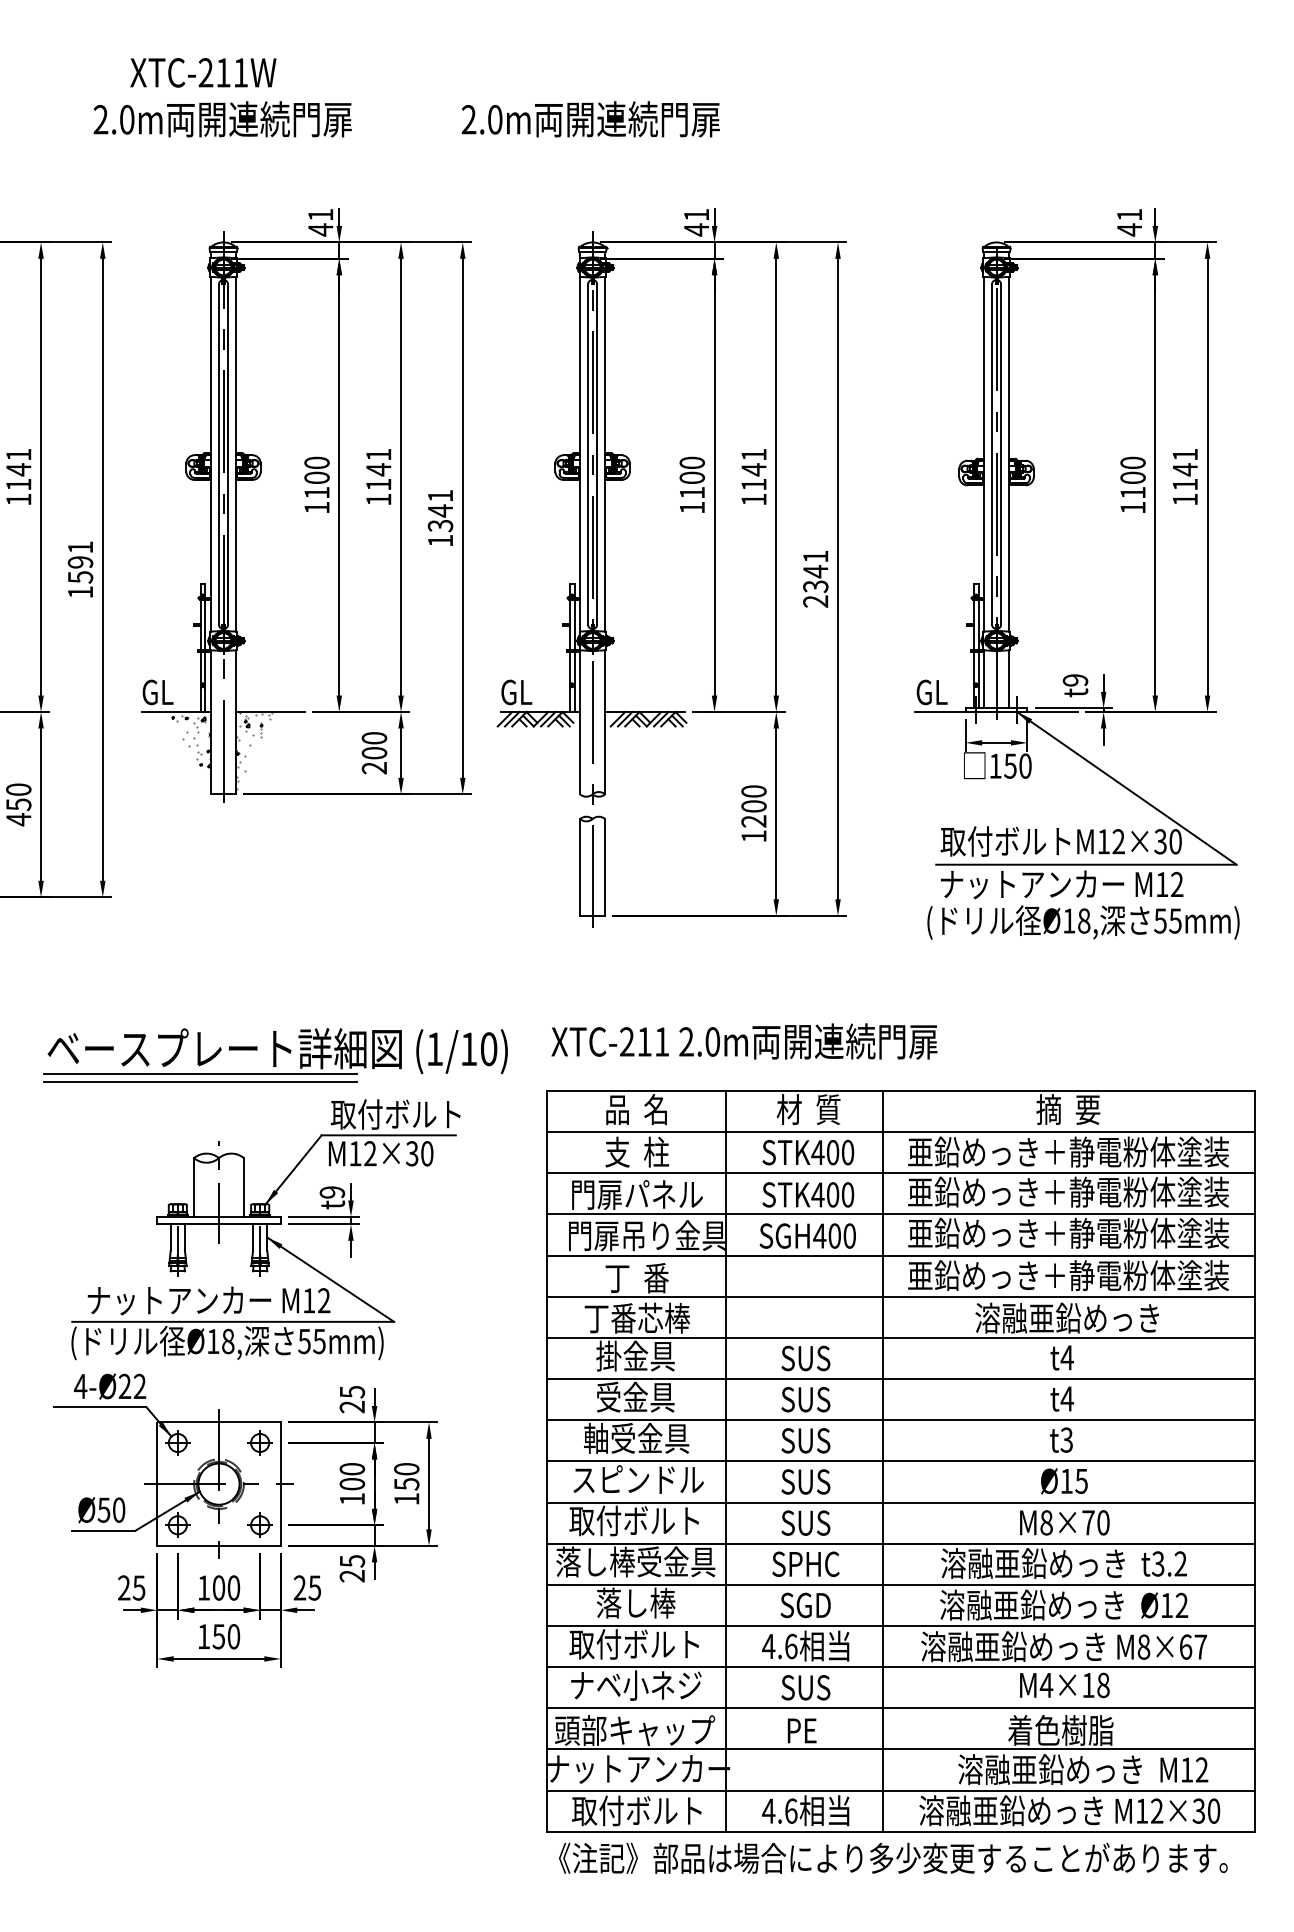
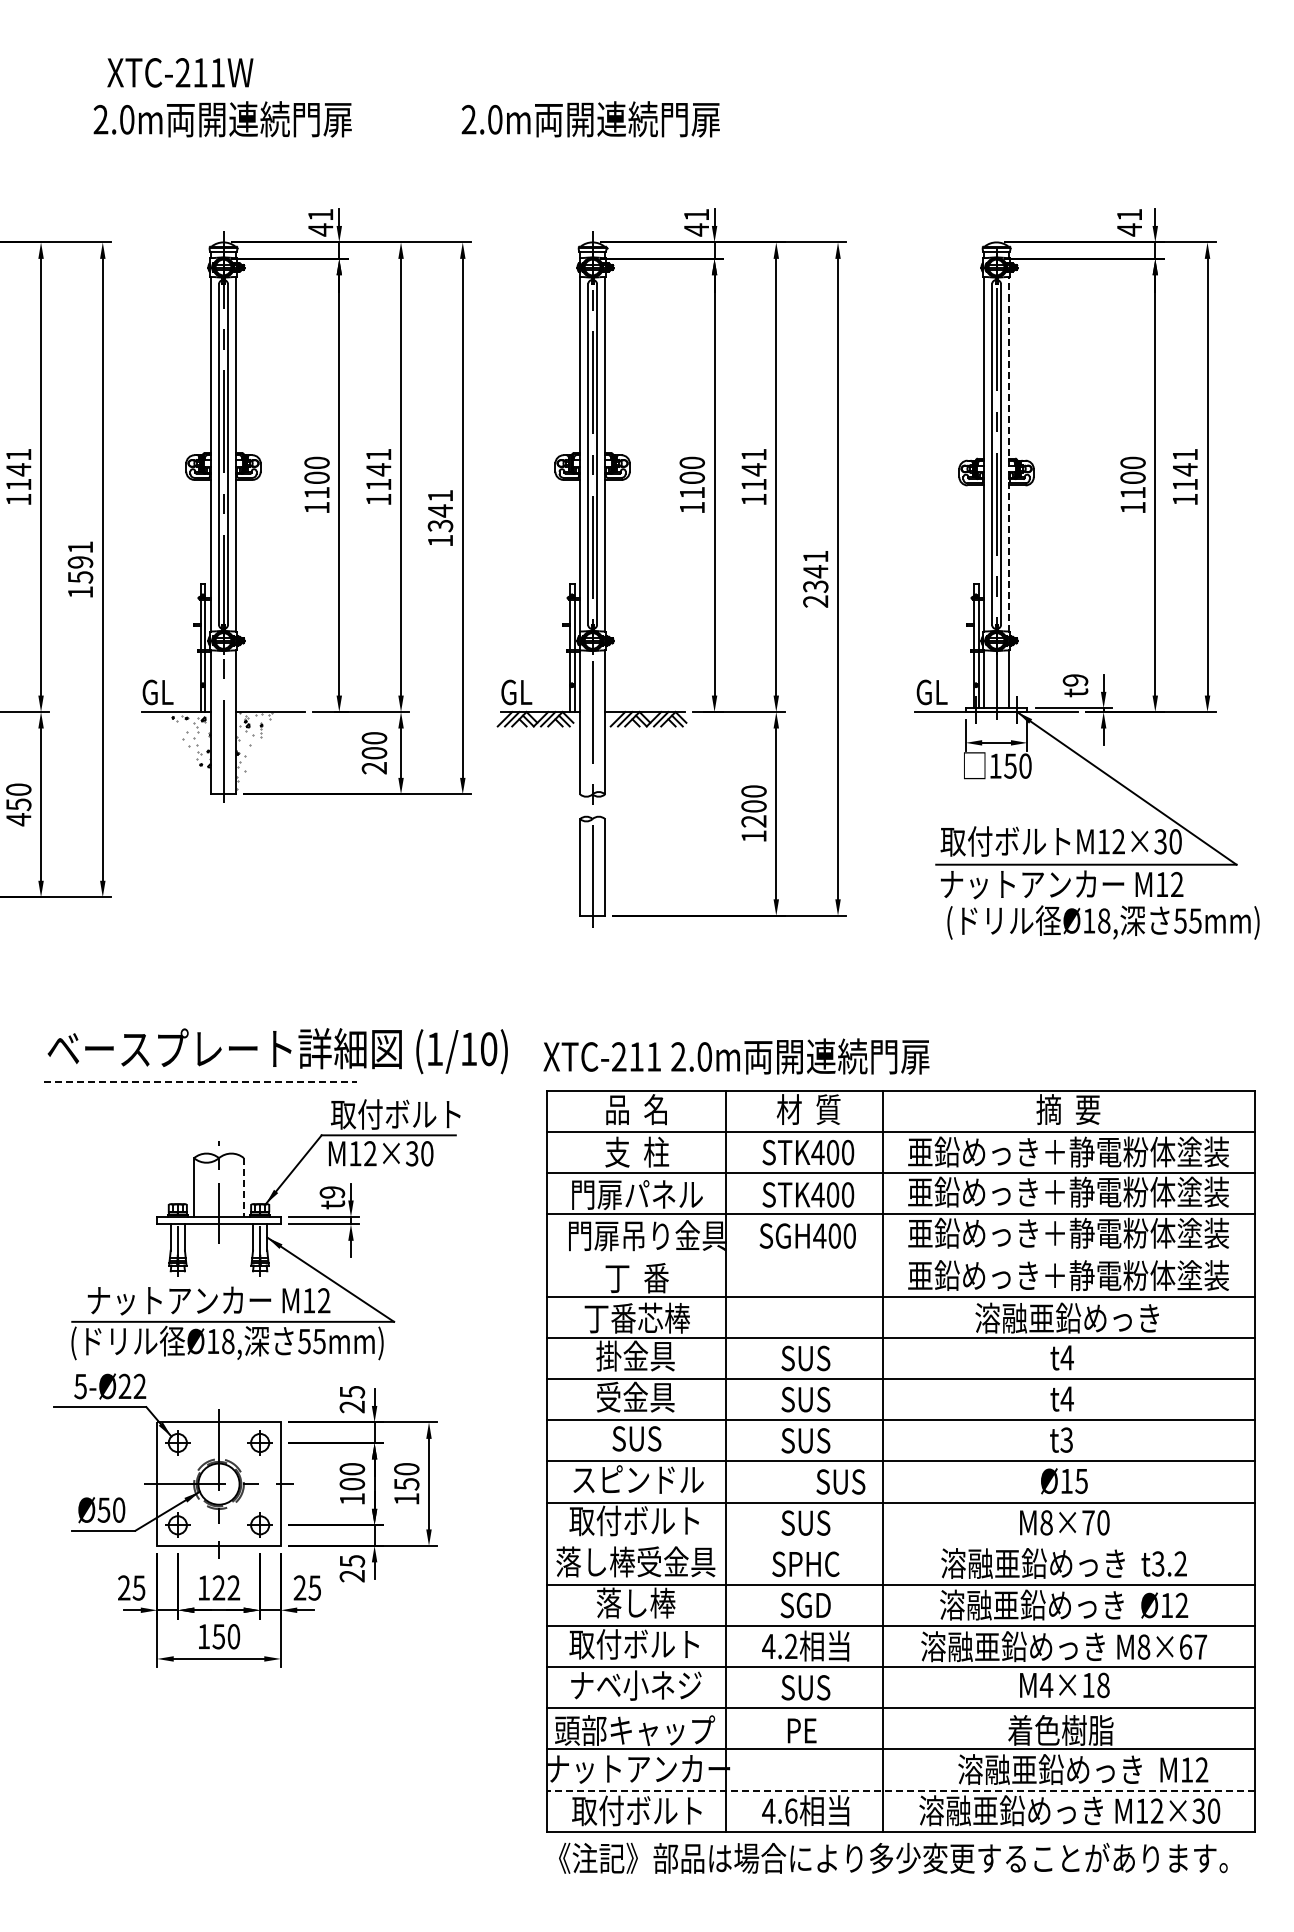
text at (203, 72) position: (203, 72) -> (180, 72)
line at (1009, 453): solid -> dashed
text at (1083, 922) position: (1083, 922) -> (1103, 922)
text at (744, 1041) position: (744, 1041) -> (736, 1056)
line at (200, 1073): present -> none
line at (200, 1081): solid -> dashed
line at (243, 1188): solid -> dashed
line at (901, 1255): present -> none
text at (80, 1386): 4-Ø22 -> 5-Ø22
text at (636, 1438): 軸受金具 -> SUS
text at (805, 1481) position: (805, 1481) -> (840, 1481)
line at (901, 1543): present -> none
text at (226, 1587): 100 -> 122
text at (791, 1646): 4.6 -> 4.2
line at (900, 1790): solid -> dashed
